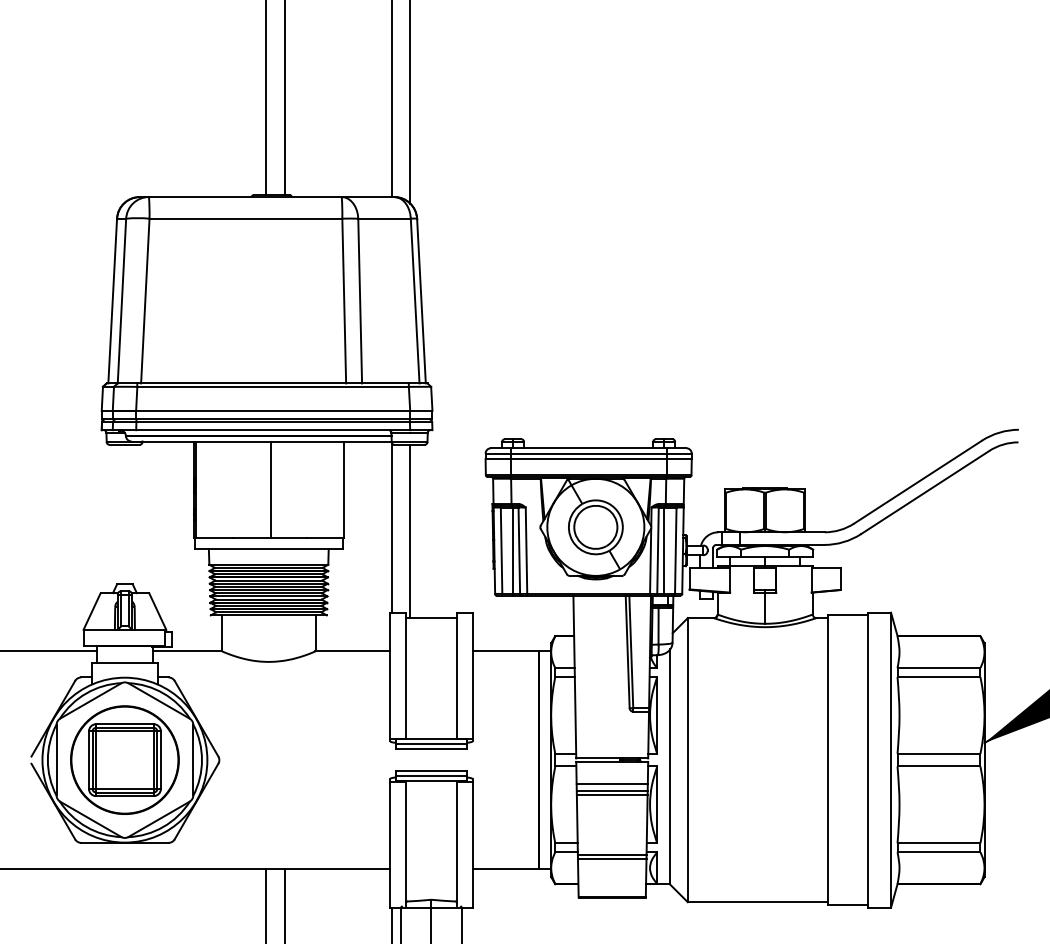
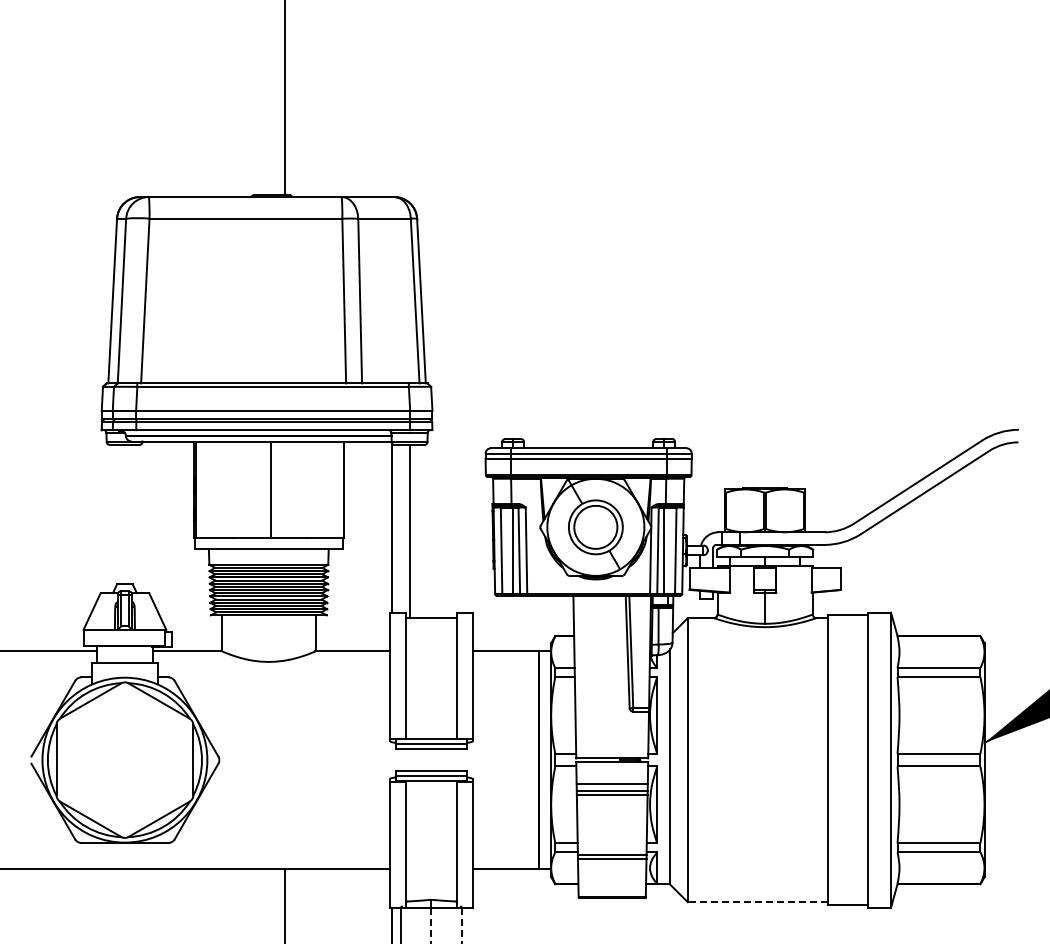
line at (266, 98): present -> none
line at (391, 99): present -> none
line at (410, 102): present -> none
part at (124, 759): present -> none
line at (757, 902): solid -> dashed
line at (266, 904): present -> none
line at (431, 926): solid -> dashed
line at (462, 926): solid -> dashed
